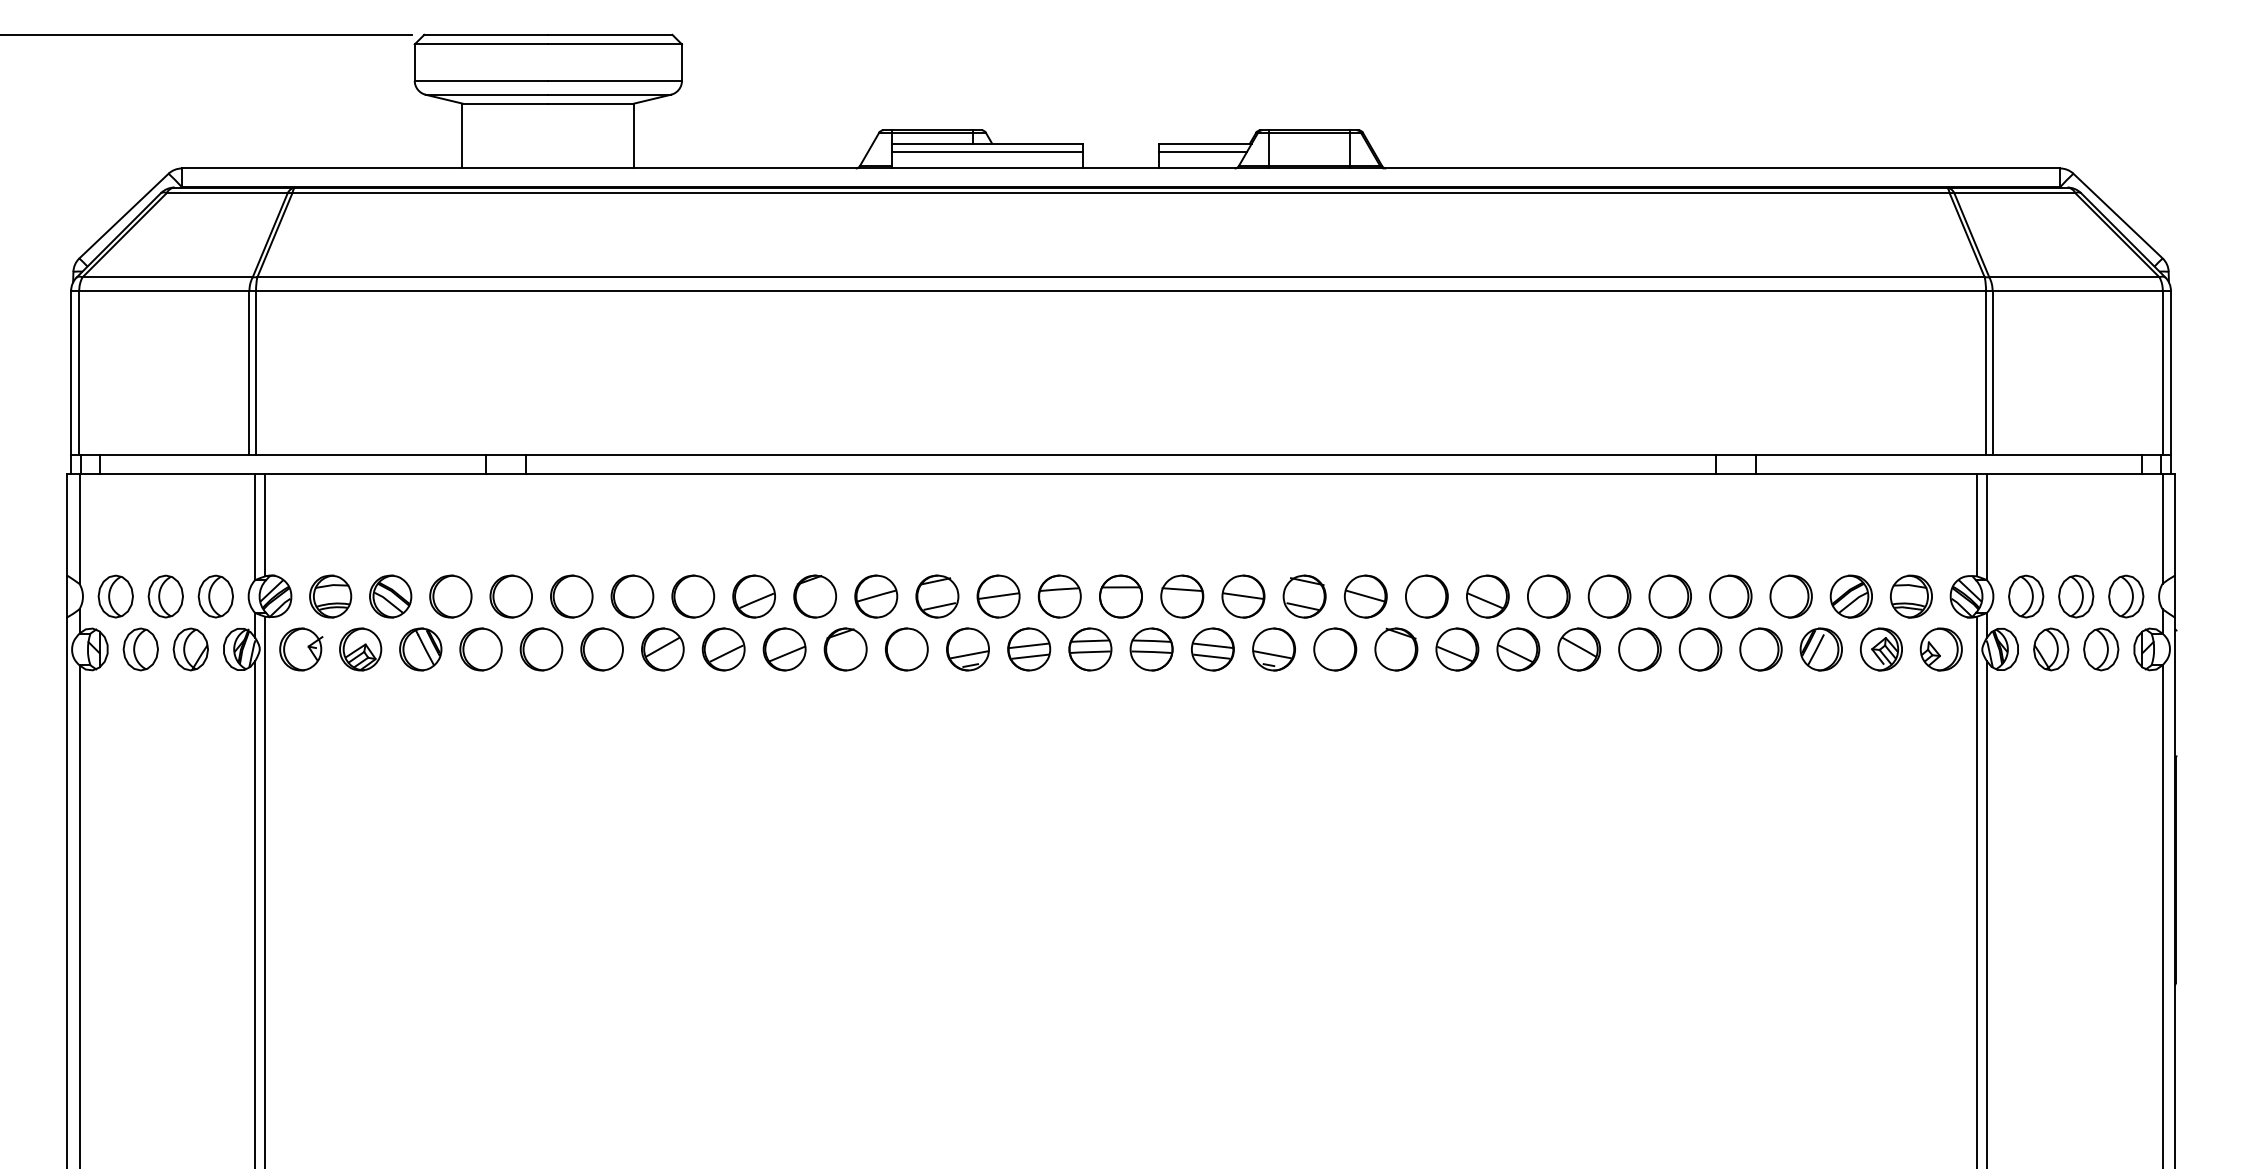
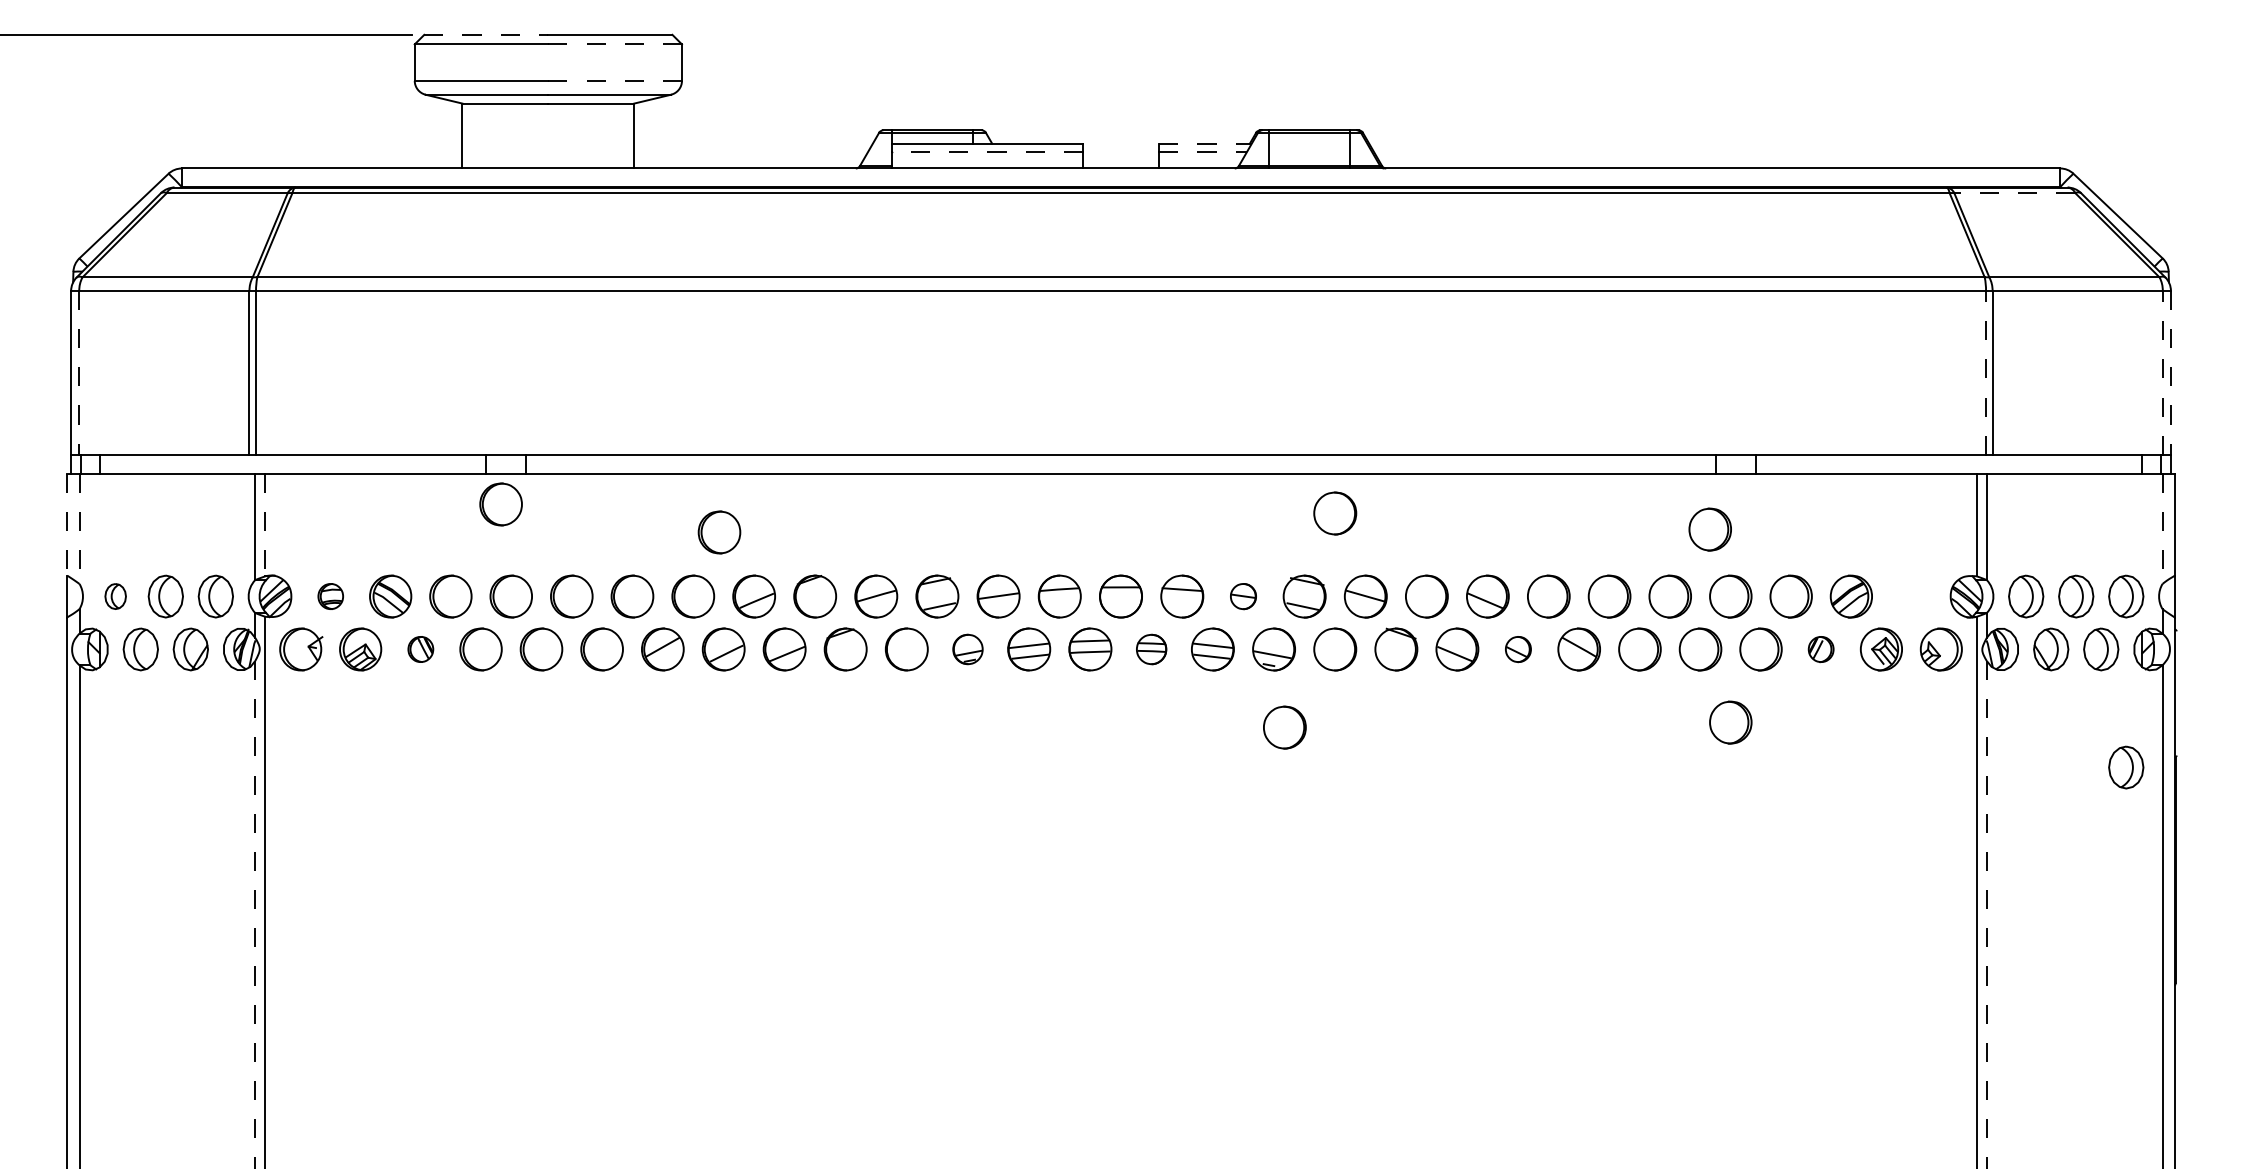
line at (486, 34): solid -> dashed
line at (615, 44): solid -> dashed
line at (615, 80): solid -> dashed
line at (1206, 143): solid -> dashed
line at (986, 152): solid -> dashed
line at (1203, 152): solid -> dashed
line at (2014, 193): solid -> dashed
line at (79, 372): solid -> dashed
line at (1986, 372): solid -> dashed
line at (2162, 372): solid -> dashed
line at (2170, 372): solid -> dashed
part at (500, 504): none -> present
part at (1335, 513): none -> present
line at (67, 524): solid -> dashed
line at (265, 525): solid -> dashed
line at (79, 529): solid -> dashed
part at (1709, 529): none -> present
line at (2162, 529): solid -> dashed
part at (719, 532): none -> present
part at (115, 596) size: 37x45 px -> 23x27 px
part at (330, 596) size: 44x45 px -> 27x27 px
part at (1243, 596) size: 45x45 px -> 27x28 px
part at (1911, 596): present -> none
part at (420, 649) size: 44x45 px -> 28x27 px
part at (967, 649) size: 44x45 px -> 32x33 px
part at (1151, 649) size: 45x45 px -> 32x33 px
part at (1518, 649) size: 45x45 px -> 27x28 px
part at (1820, 649) size: 44x45 px -> 28x28 px
part at (1730, 722): none -> present
part at (1284, 727): none -> present
part at (2126, 767): none -> present
line at (255, 915): solid -> dashed
line at (1986, 915): solid -> dashed
